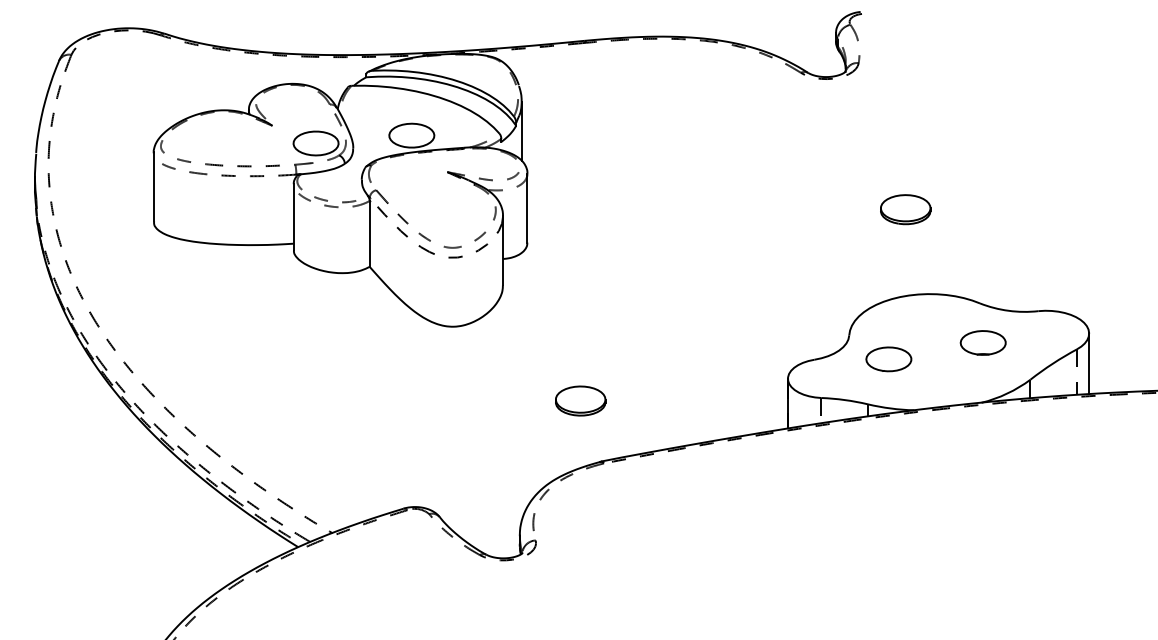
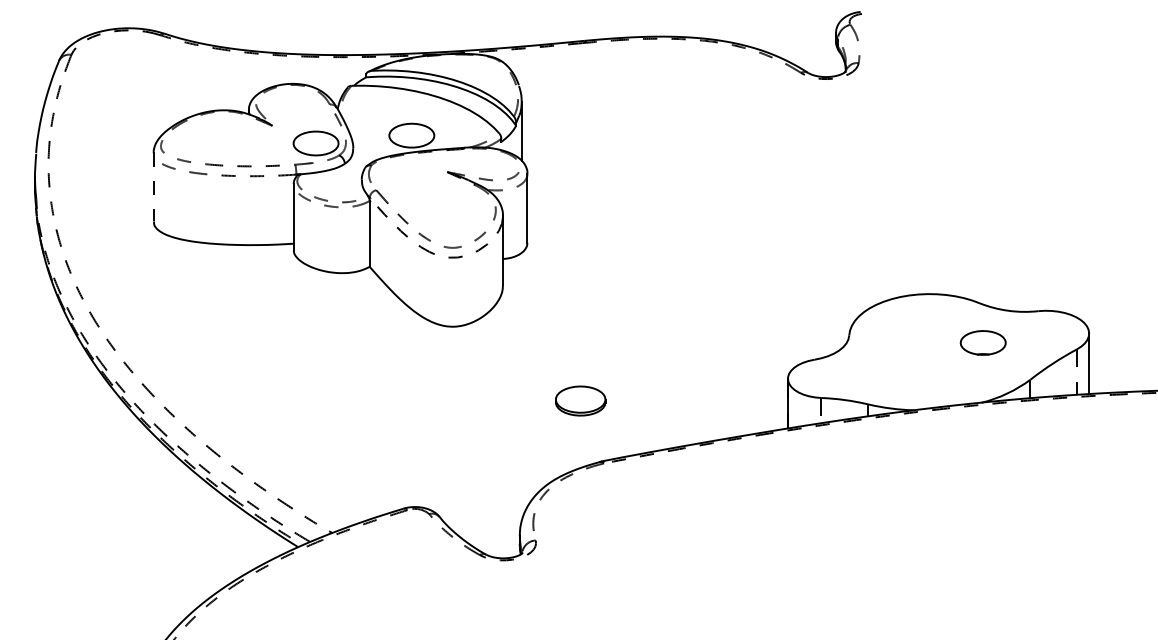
line at (153, 187): solid -> dashed
part at (905, 209): present -> none
part at (888, 359): present -> none
